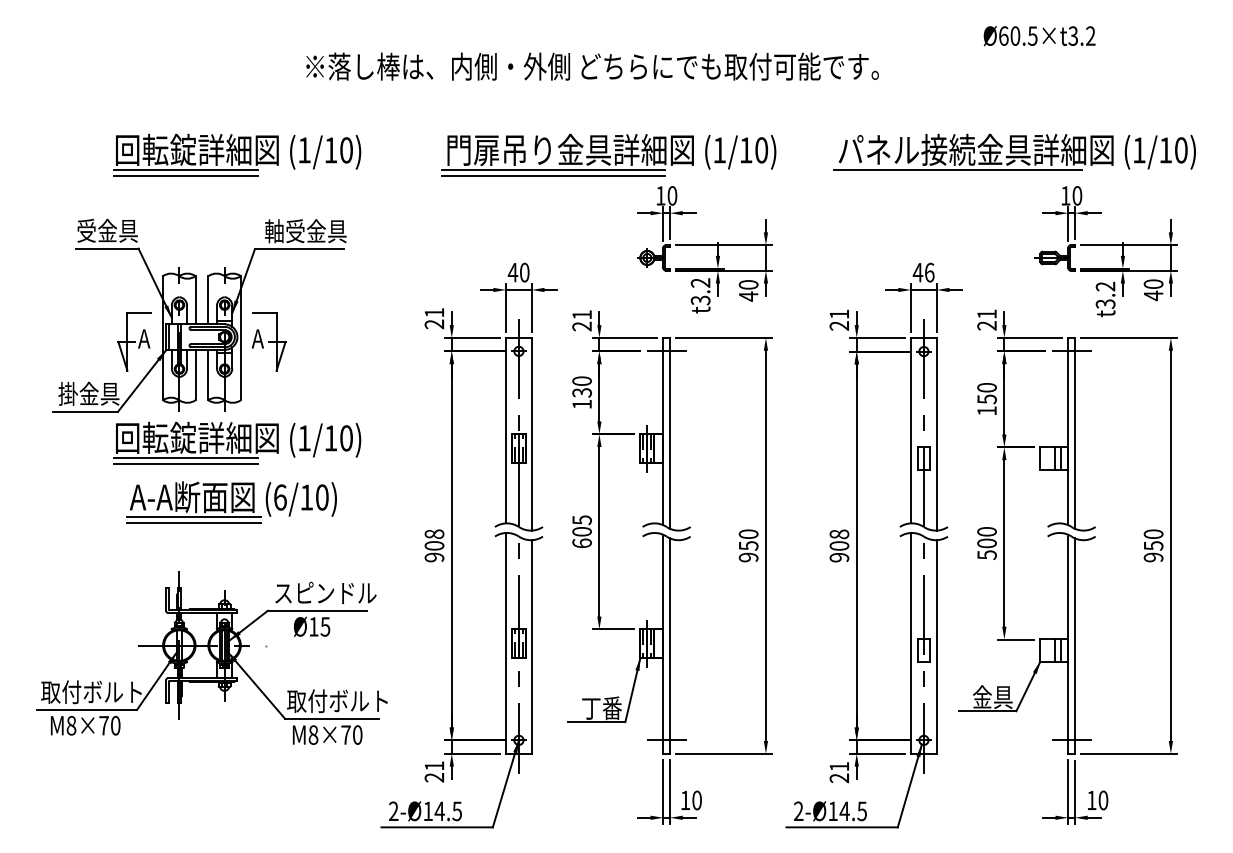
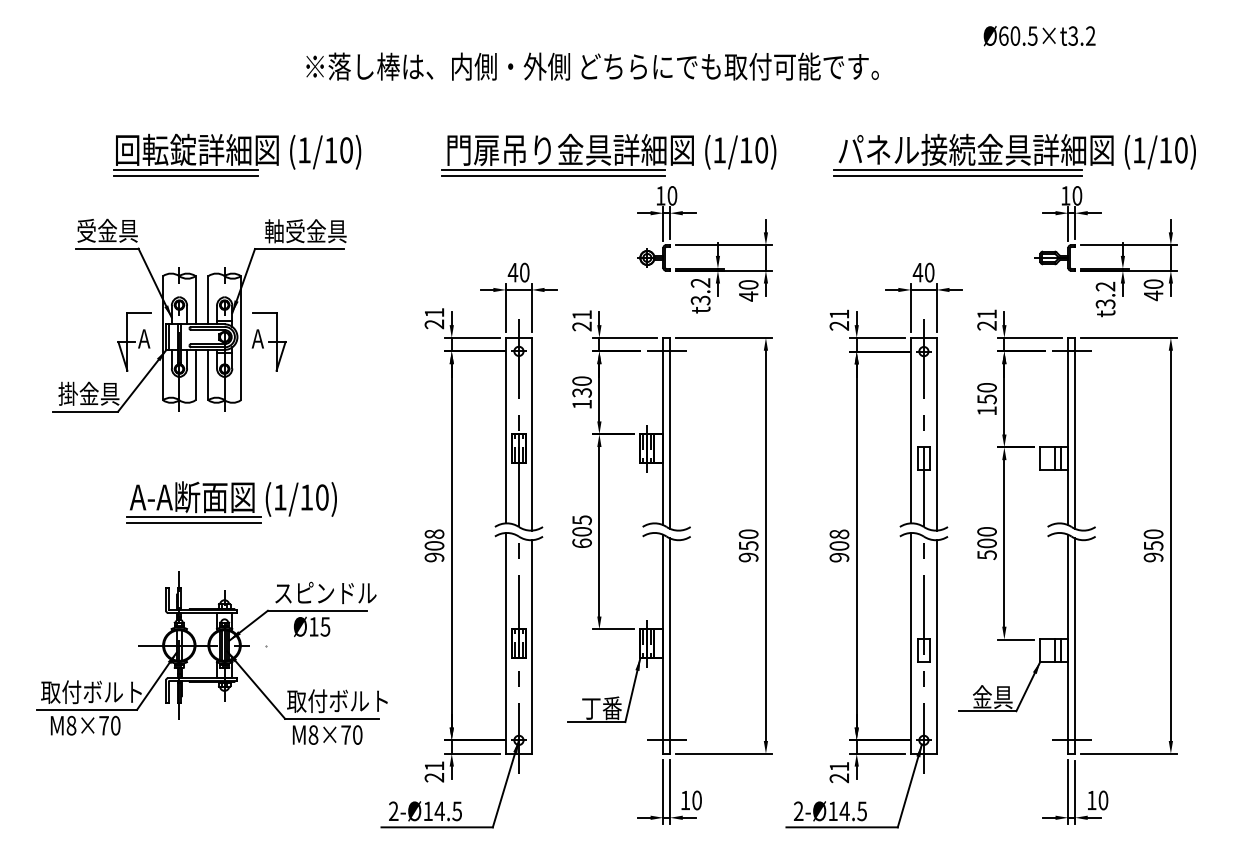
line at (957, 175): none -> present
text at (929, 272): 46 -> 40
part at (237, 442): present -> none
text at (280, 497): (6/10) -> (1/10)
